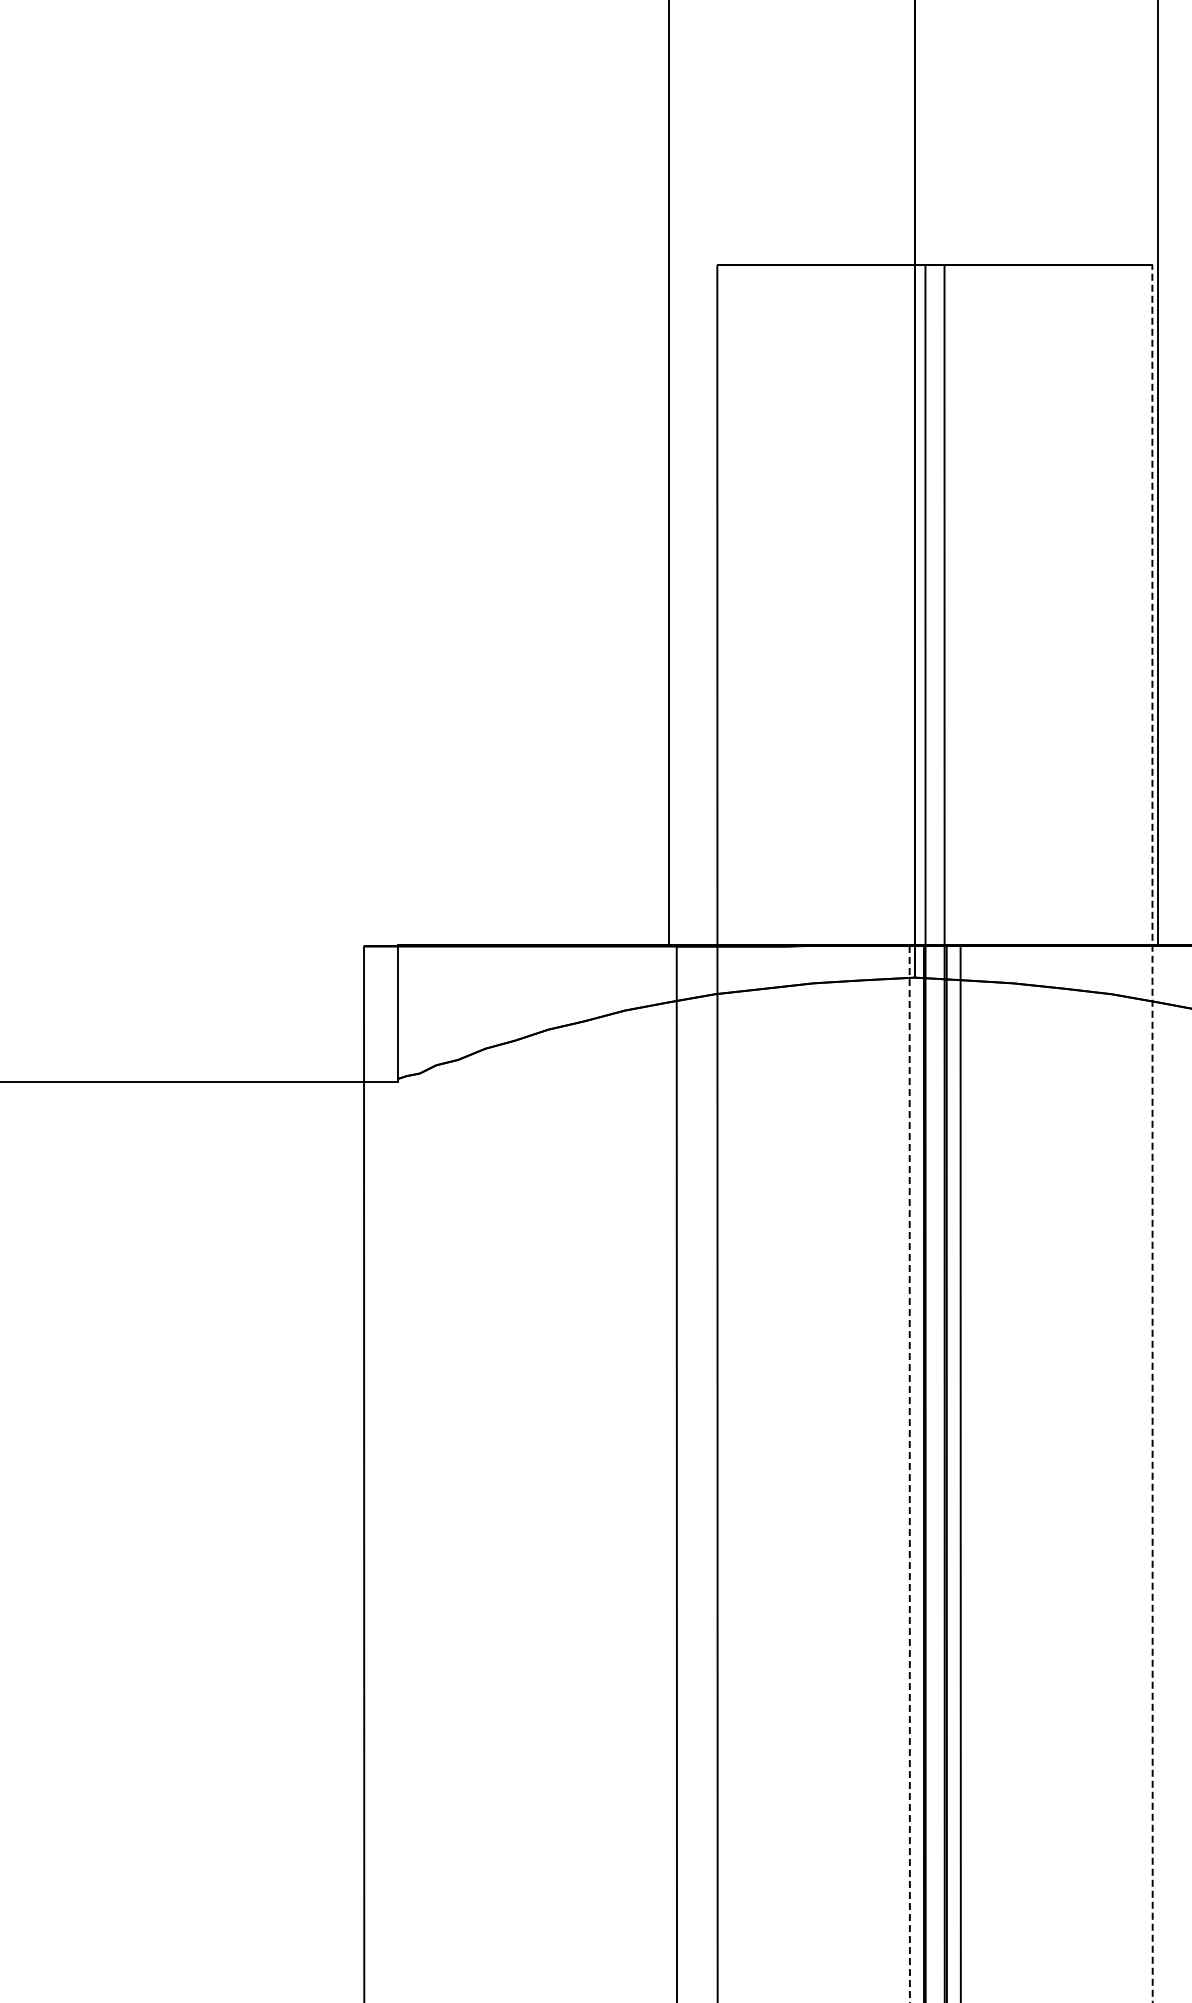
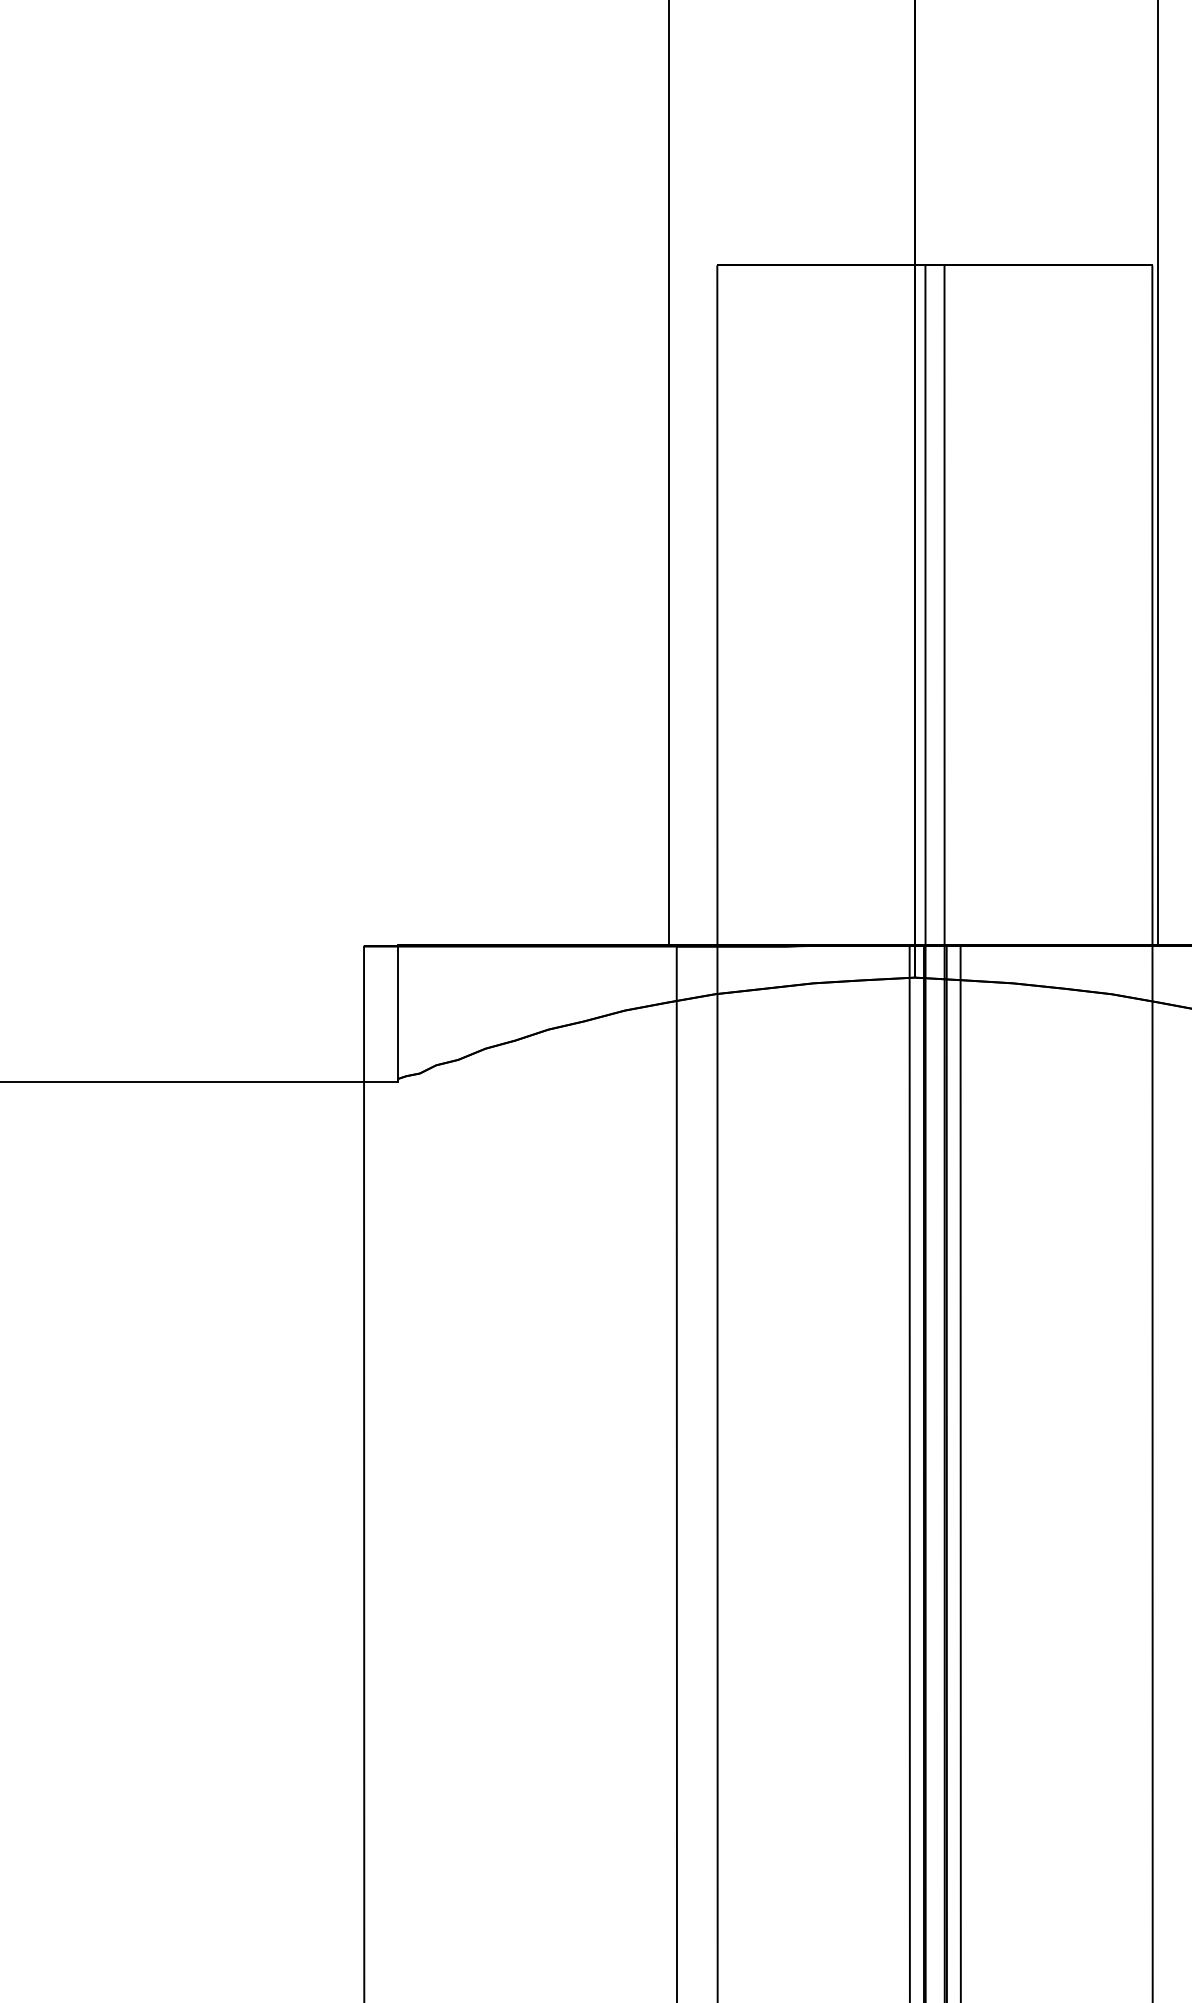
line at (1152, 1133): dashed -> solid
line at (909, 1474): dashed -> solid
